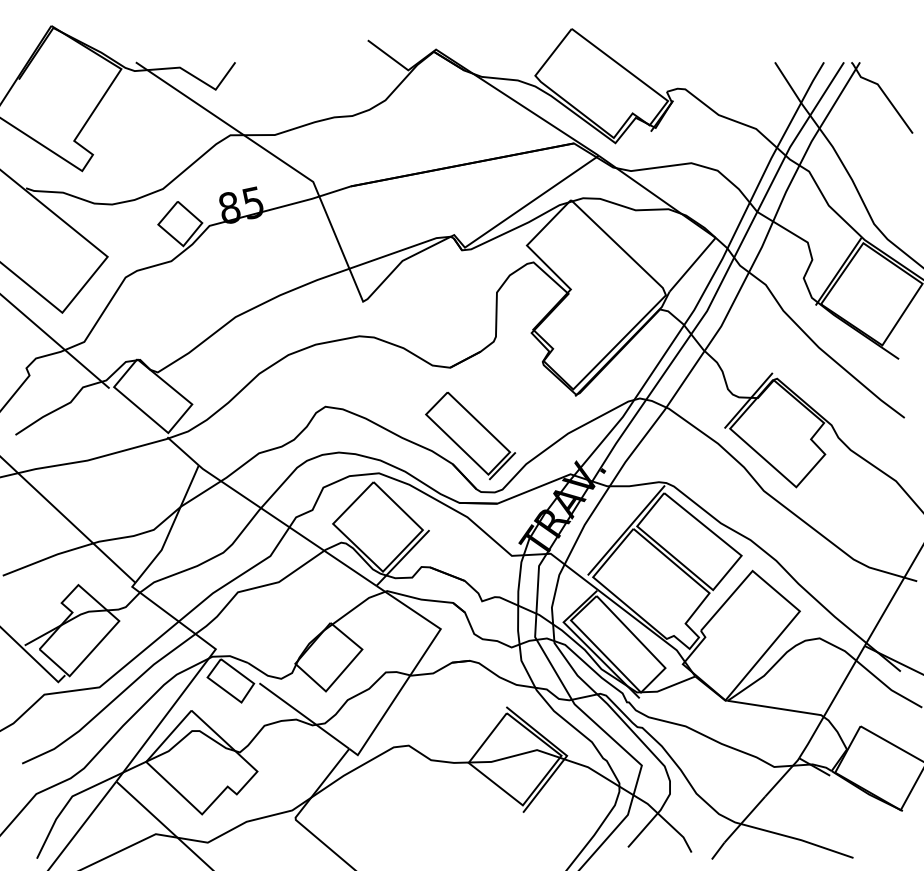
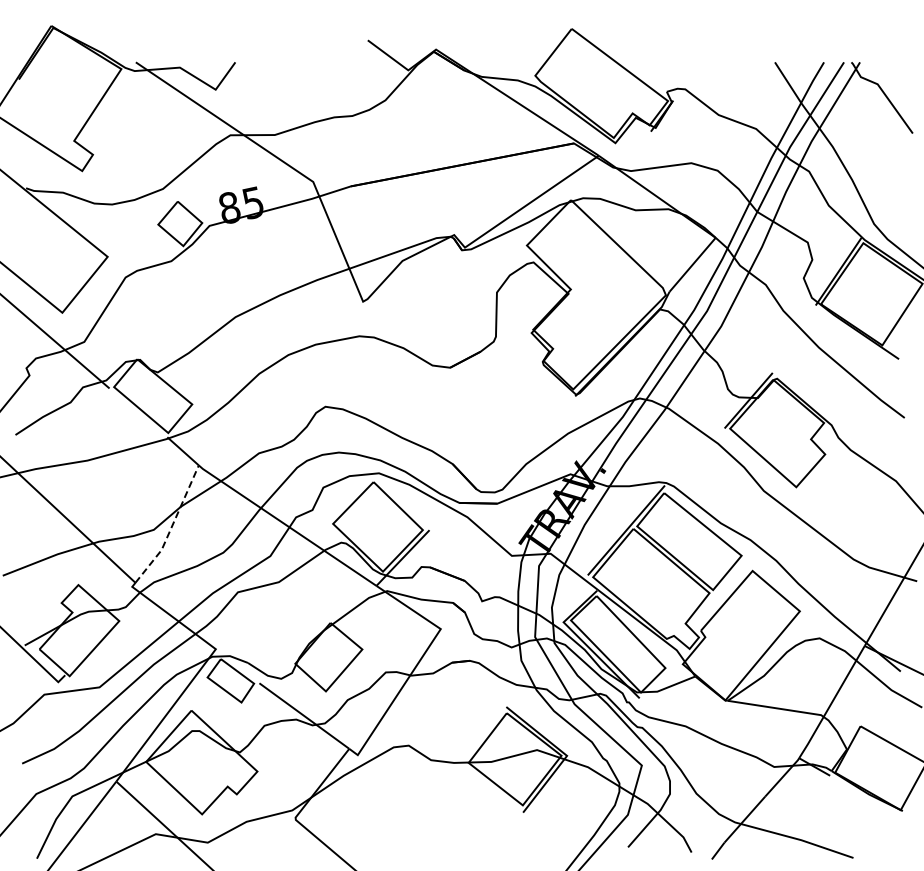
part at (470, 435): present -> none
line at (172, 526): solid -> dashed
